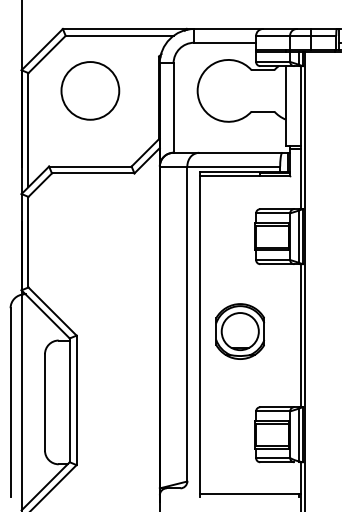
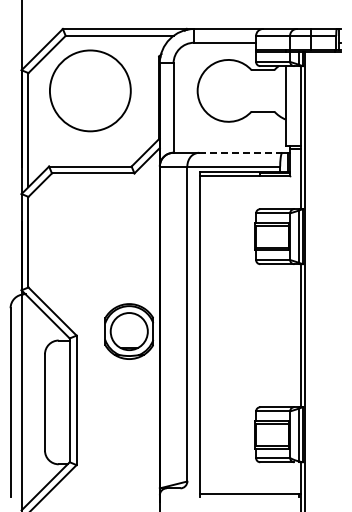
circle at (90, 90) diameter: 58 px -> 81 px
line at (240, 152): solid -> dashed
part at (239, 331) position: (239, 331) -> (128, 331)
